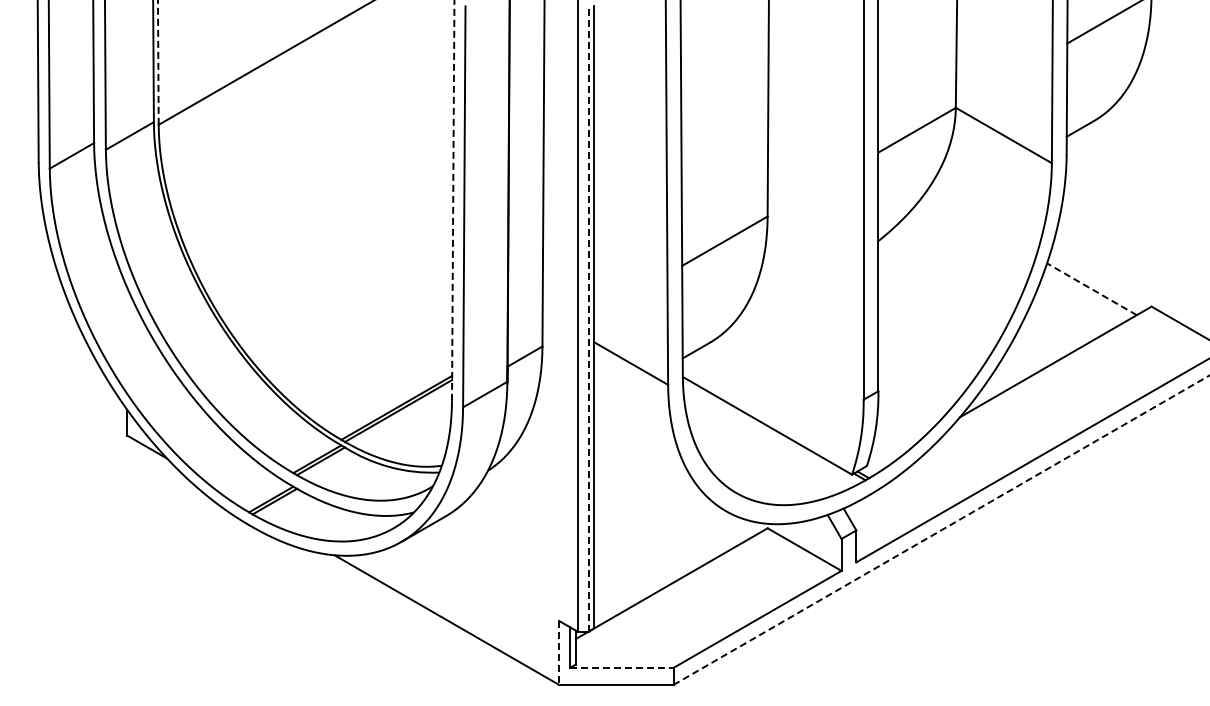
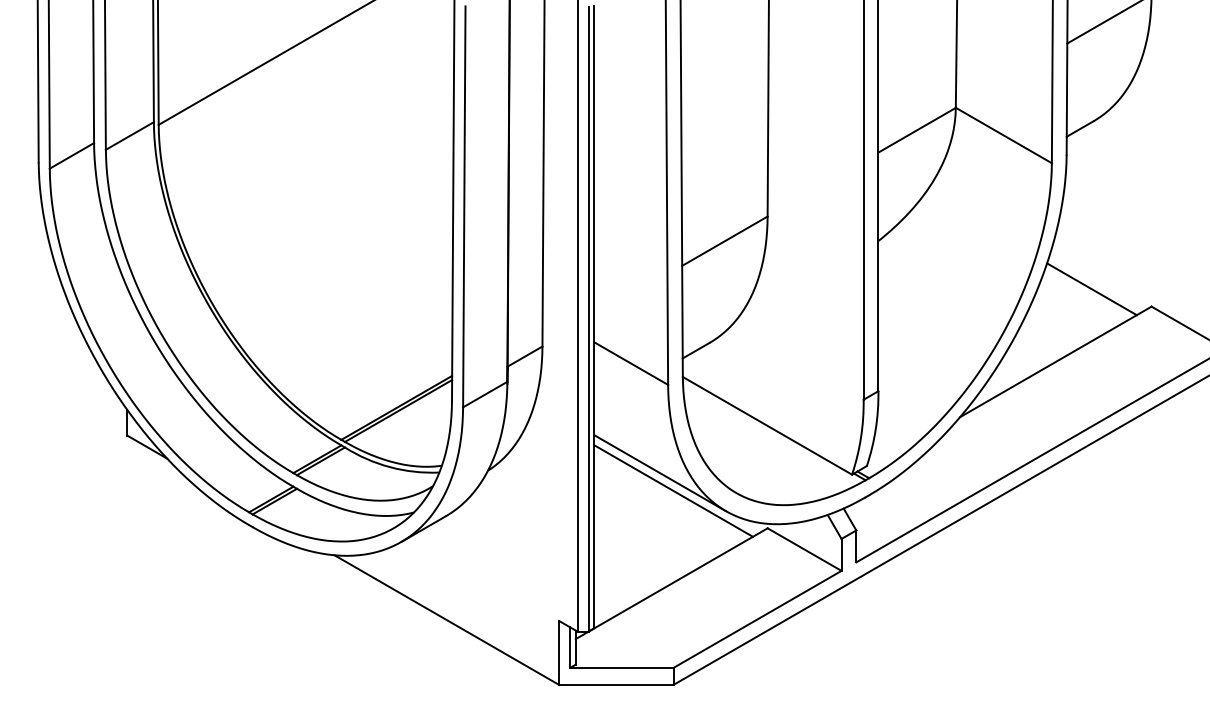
line at (158, 62): dashed -> solid
line at (453, 200): dashed -> solid
line at (1092, 289): dashed -> solid
line at (588, 318): dashed -> solid
line at (659, 473): none -> present
line at (673, 490): none -> present
line at (941, 530): dashed -> solid
line at (559, 652): dashed -> solid
line at (621, 667): dashed -> solid
